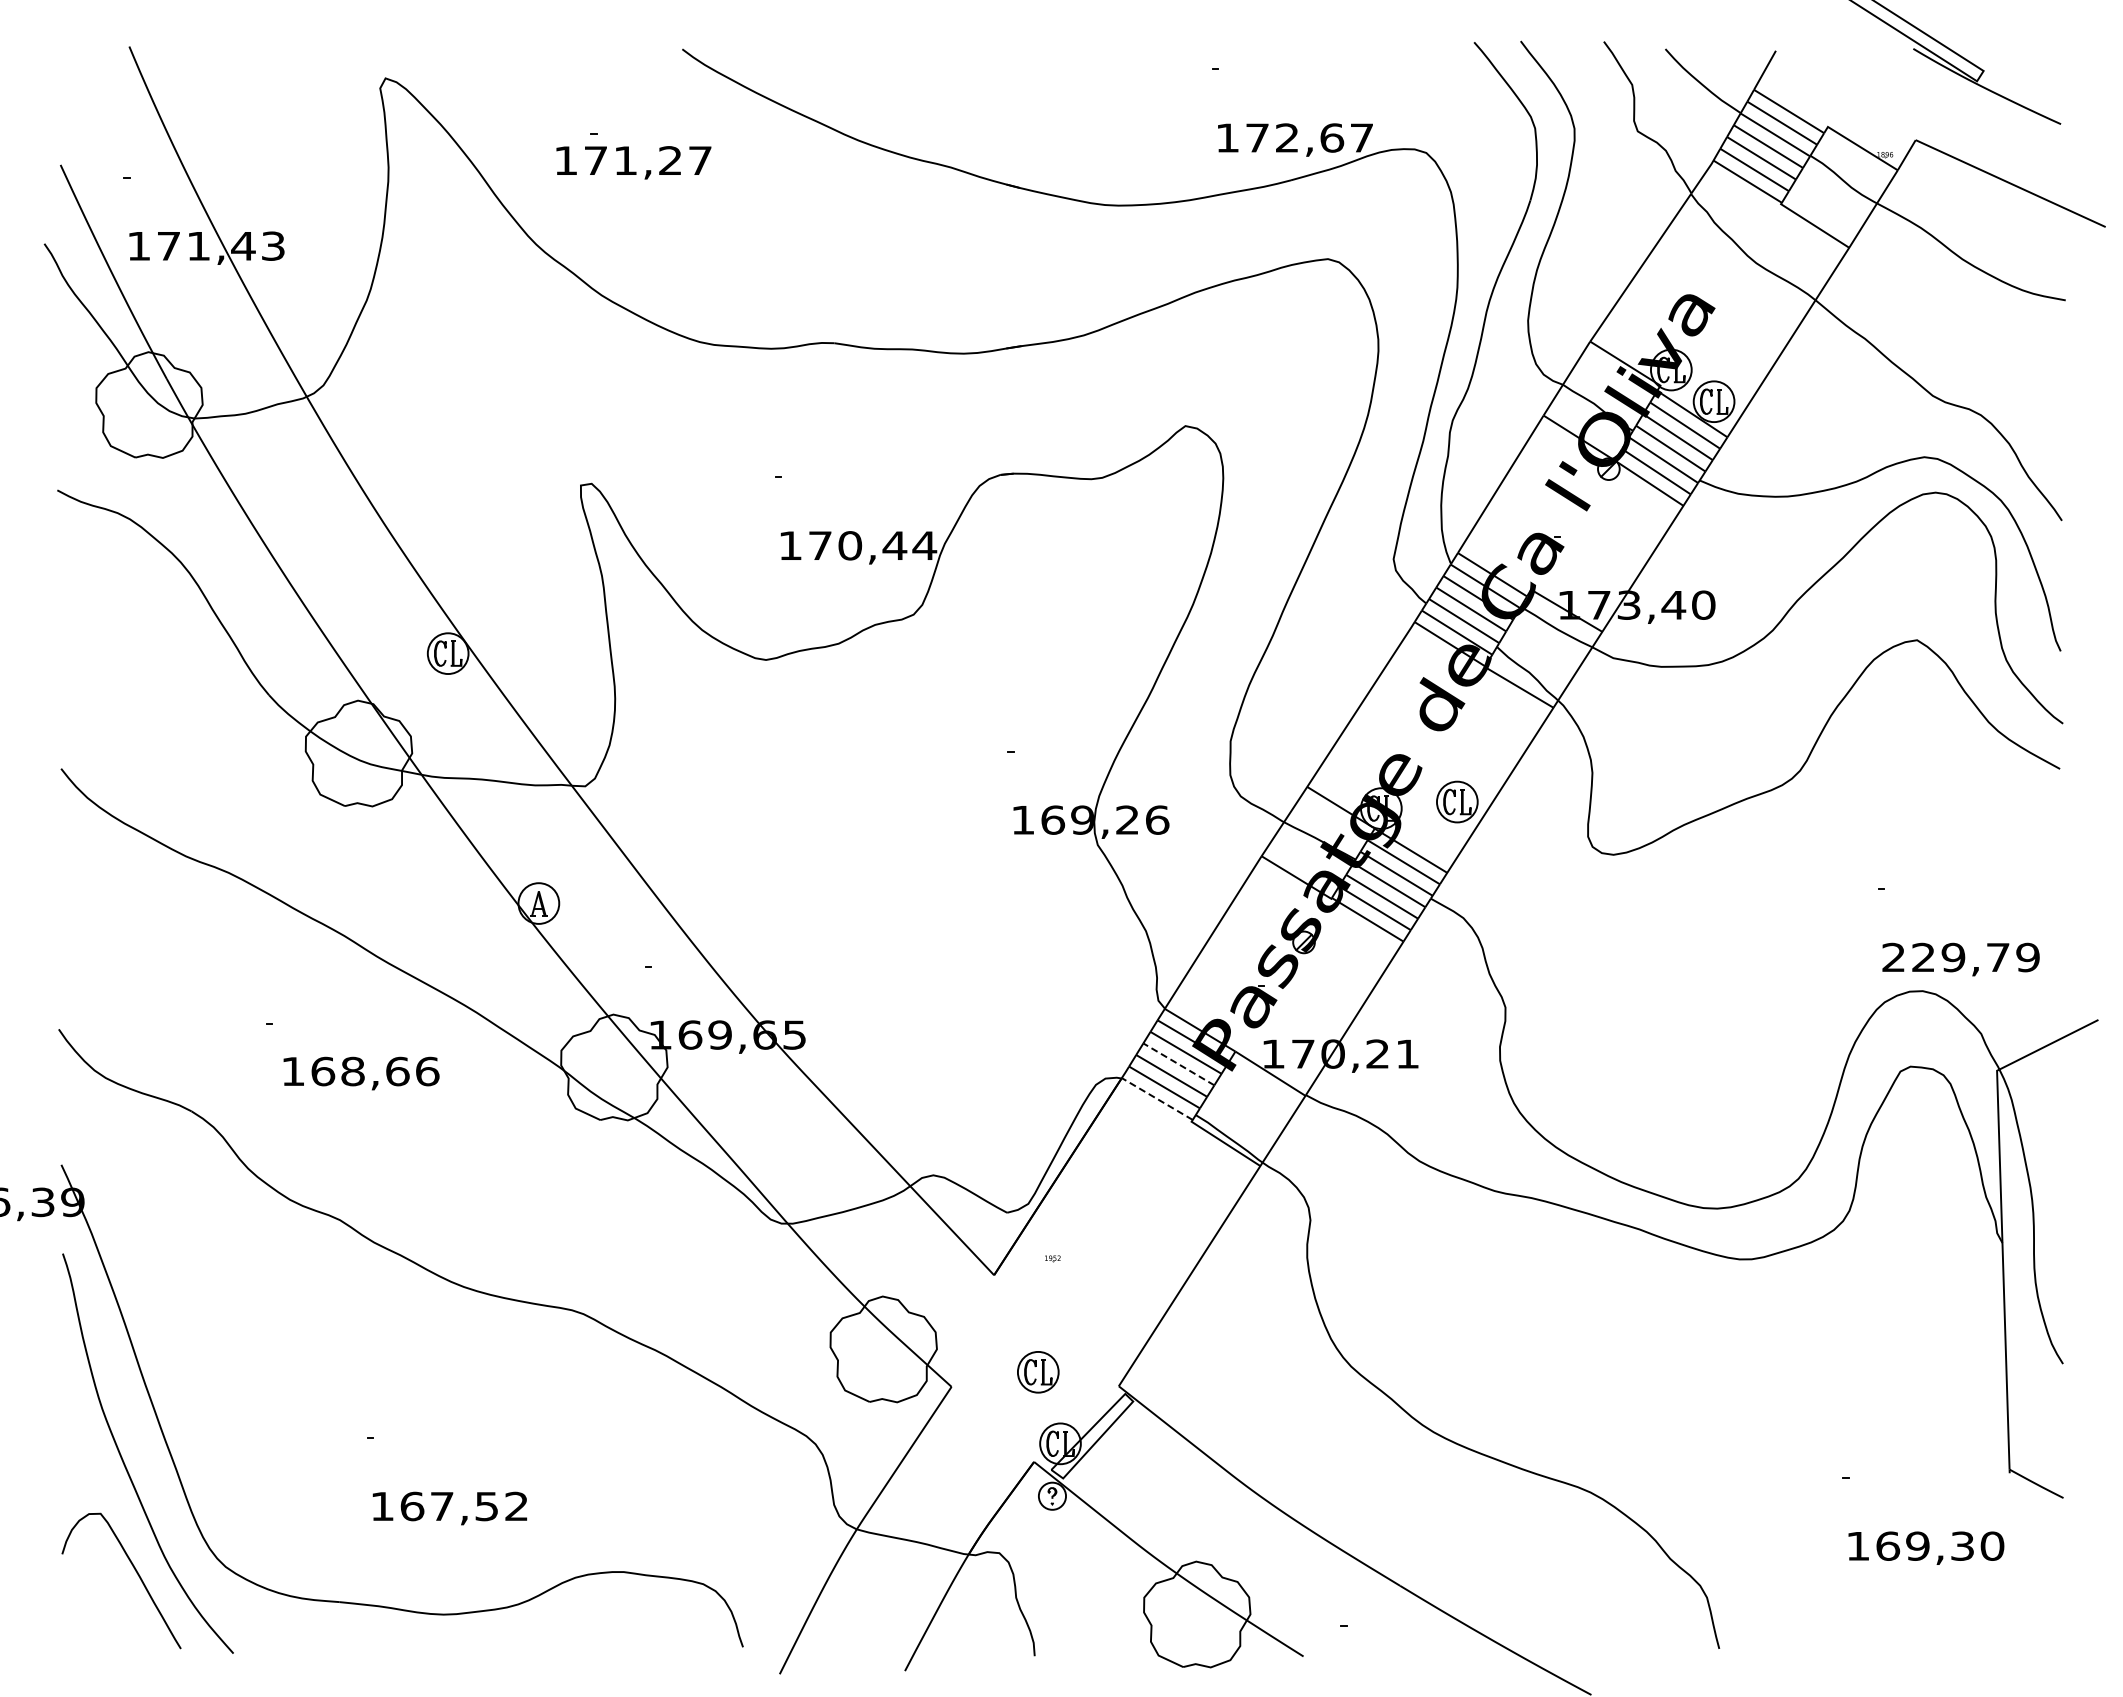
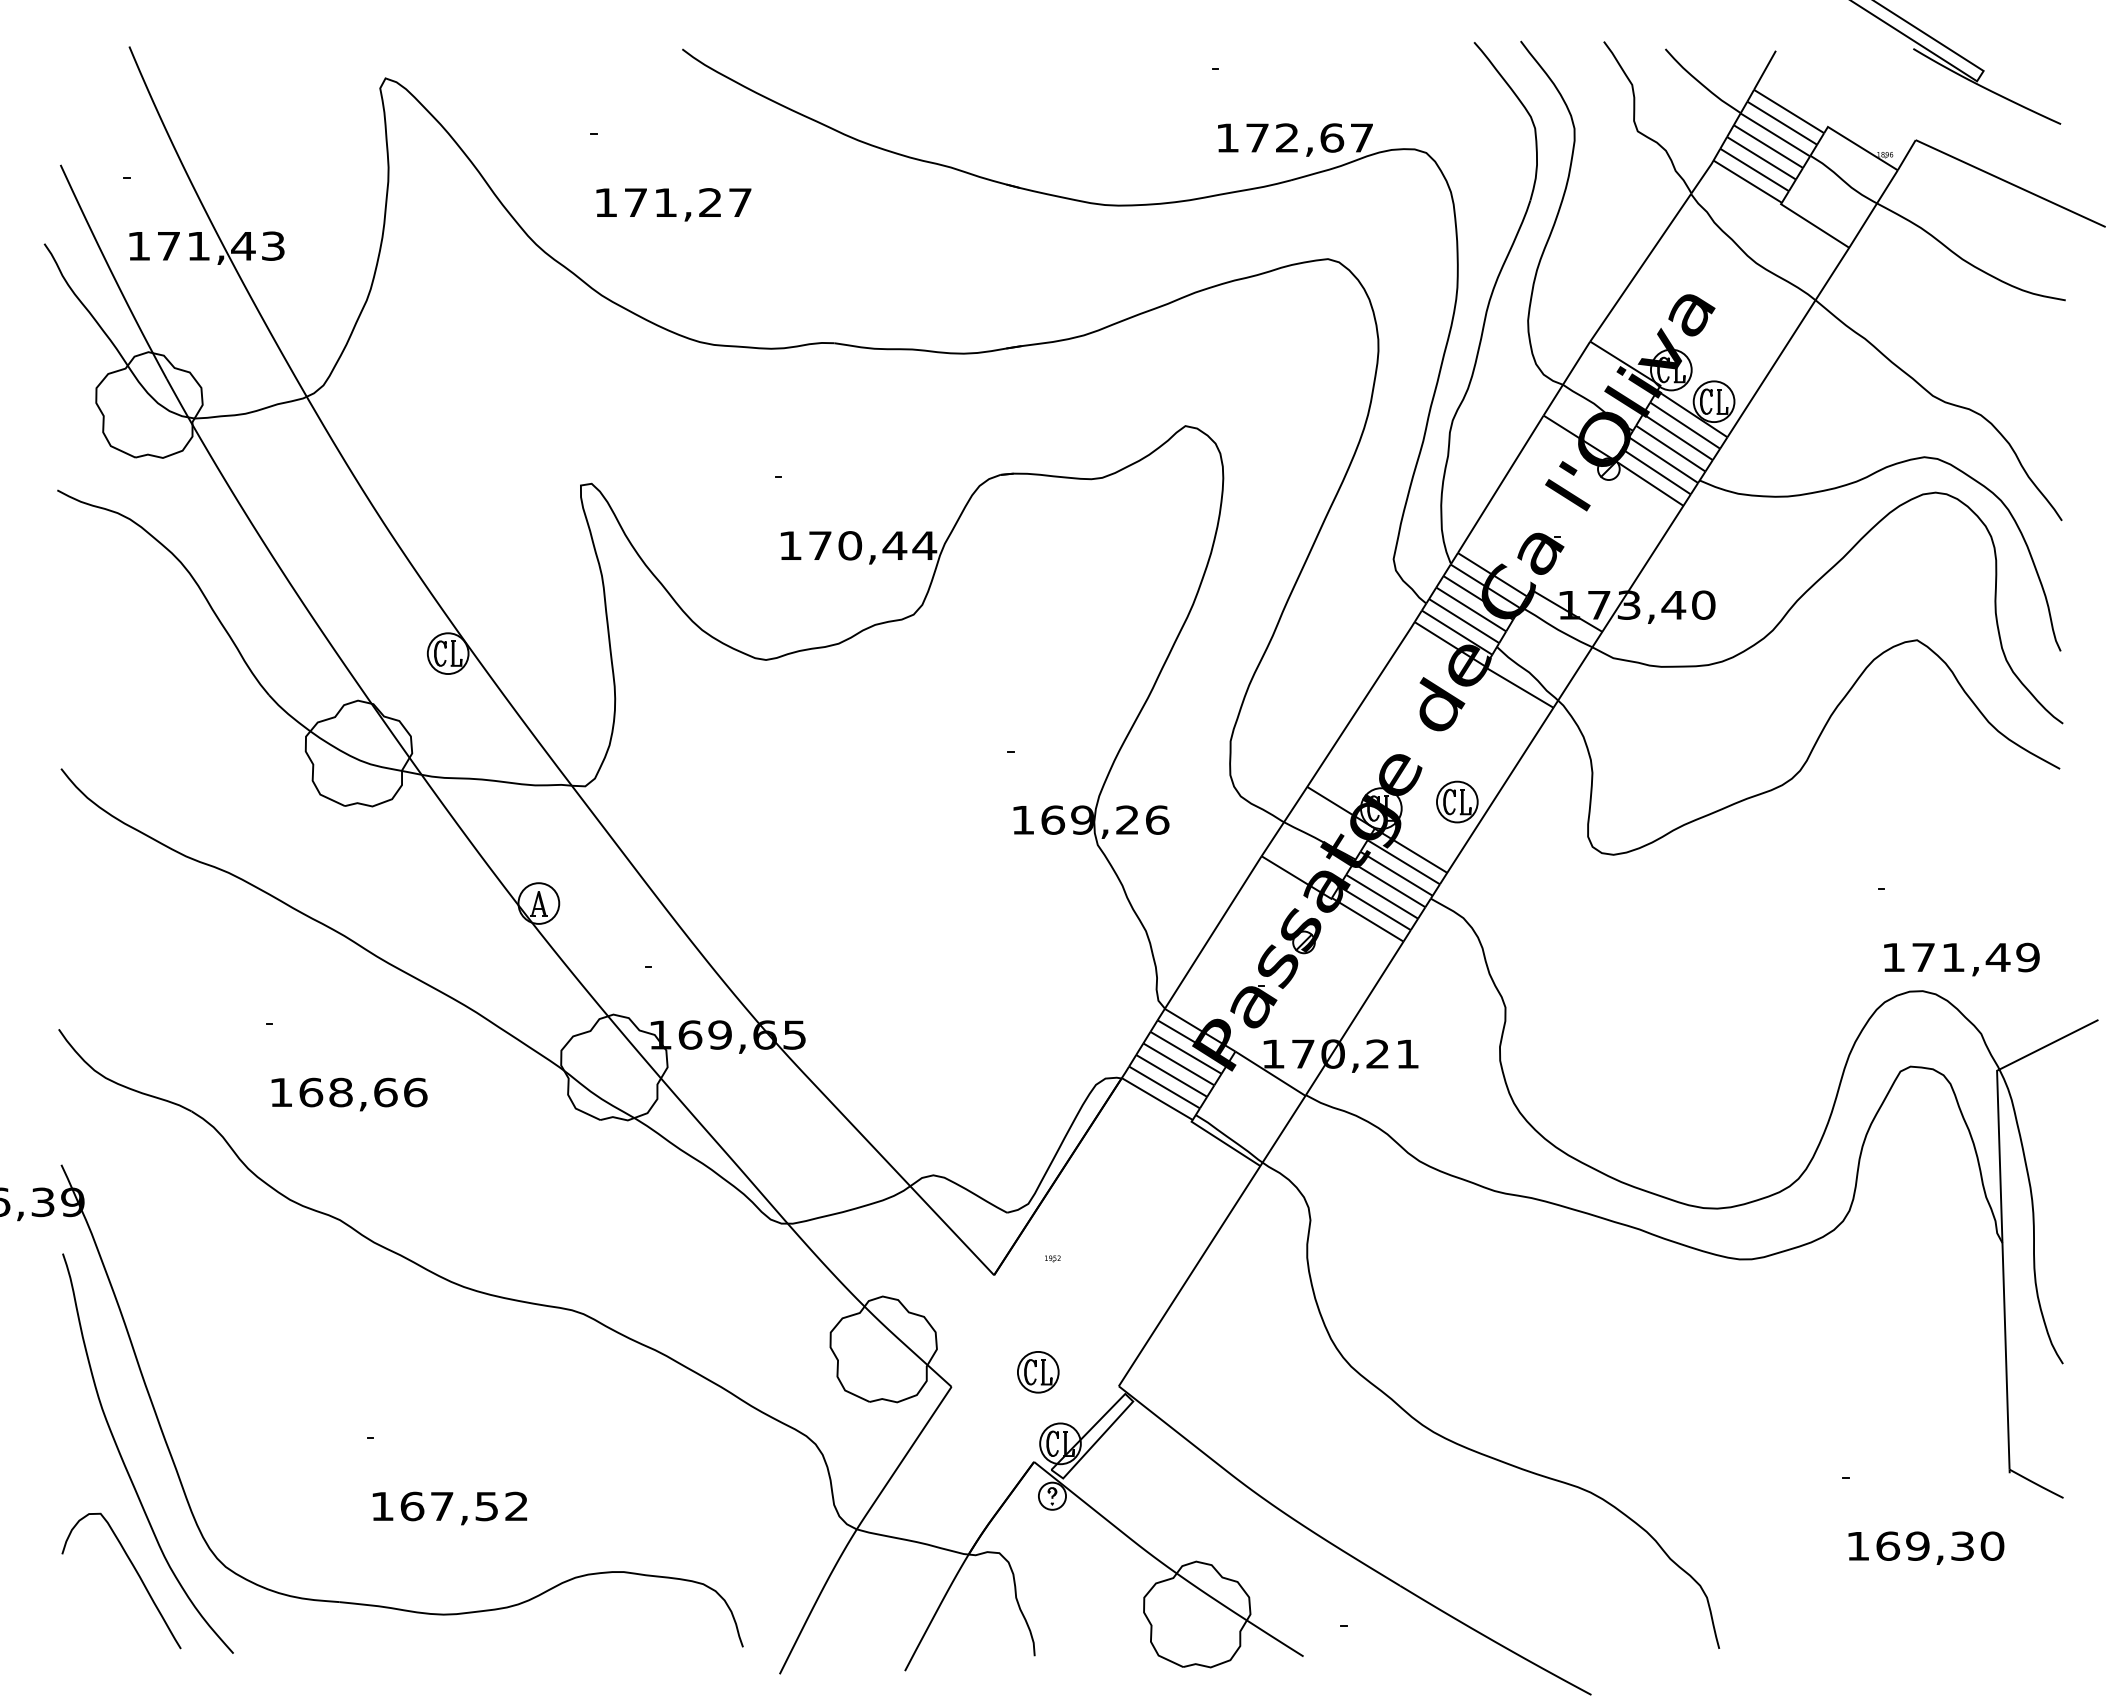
text at (633, 162) position: (633, 162) -> (673, 204)
text at (1946, 957): 229,79 -> 171,49
line at (1178, 1064): dashed -> solid
text at (361, 1073) position: (361, 1073) -> (349, 1094)
line at (1156, 1098): dashed -> solid
